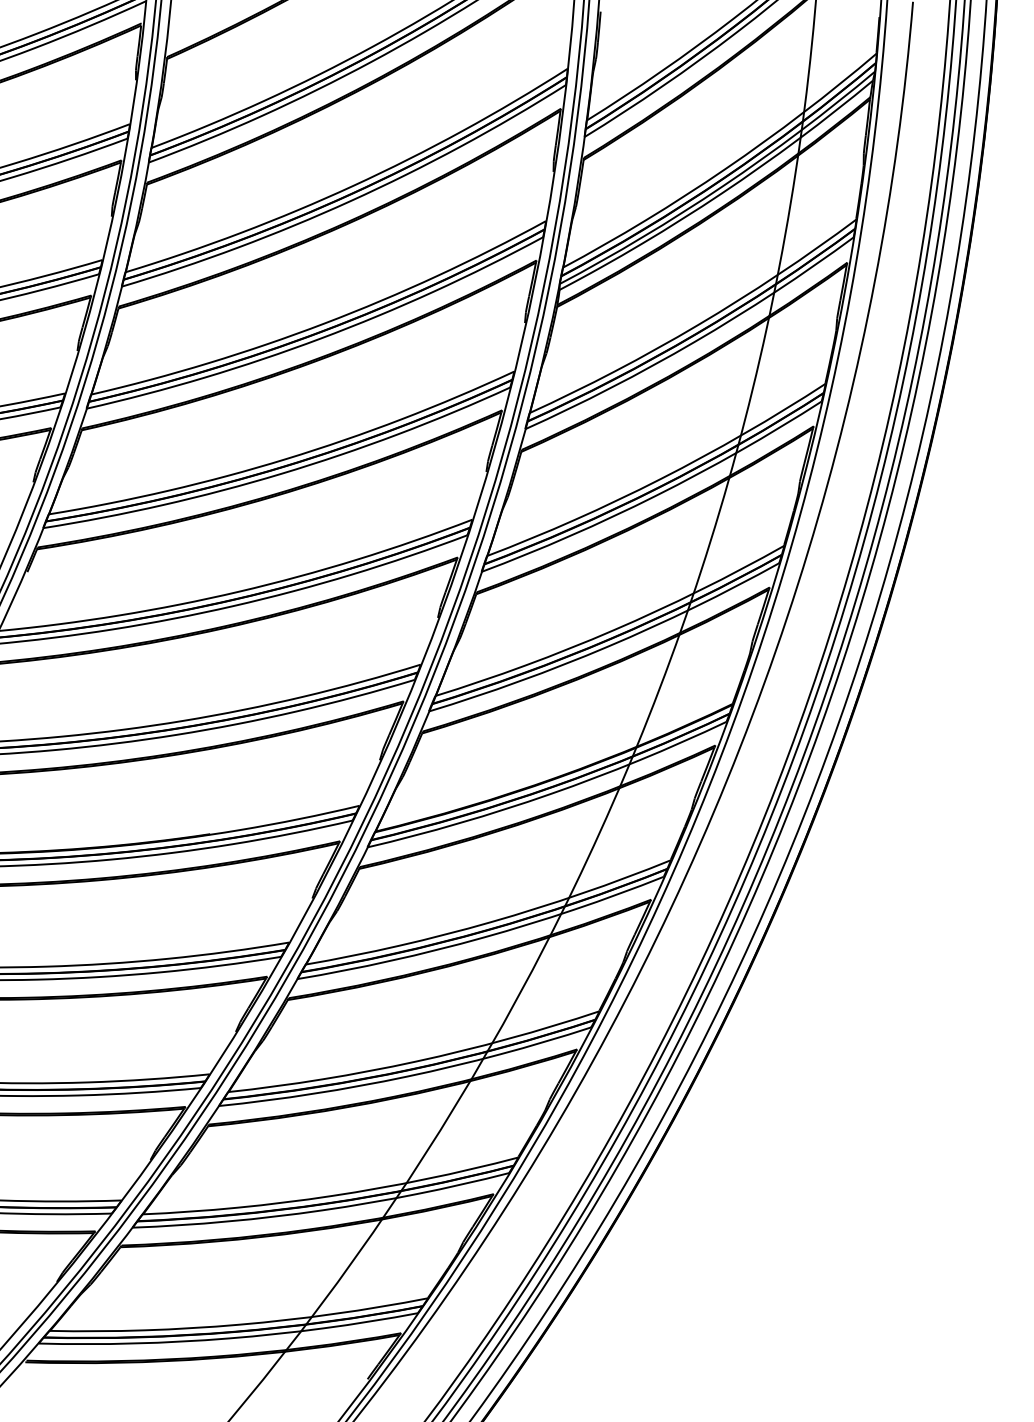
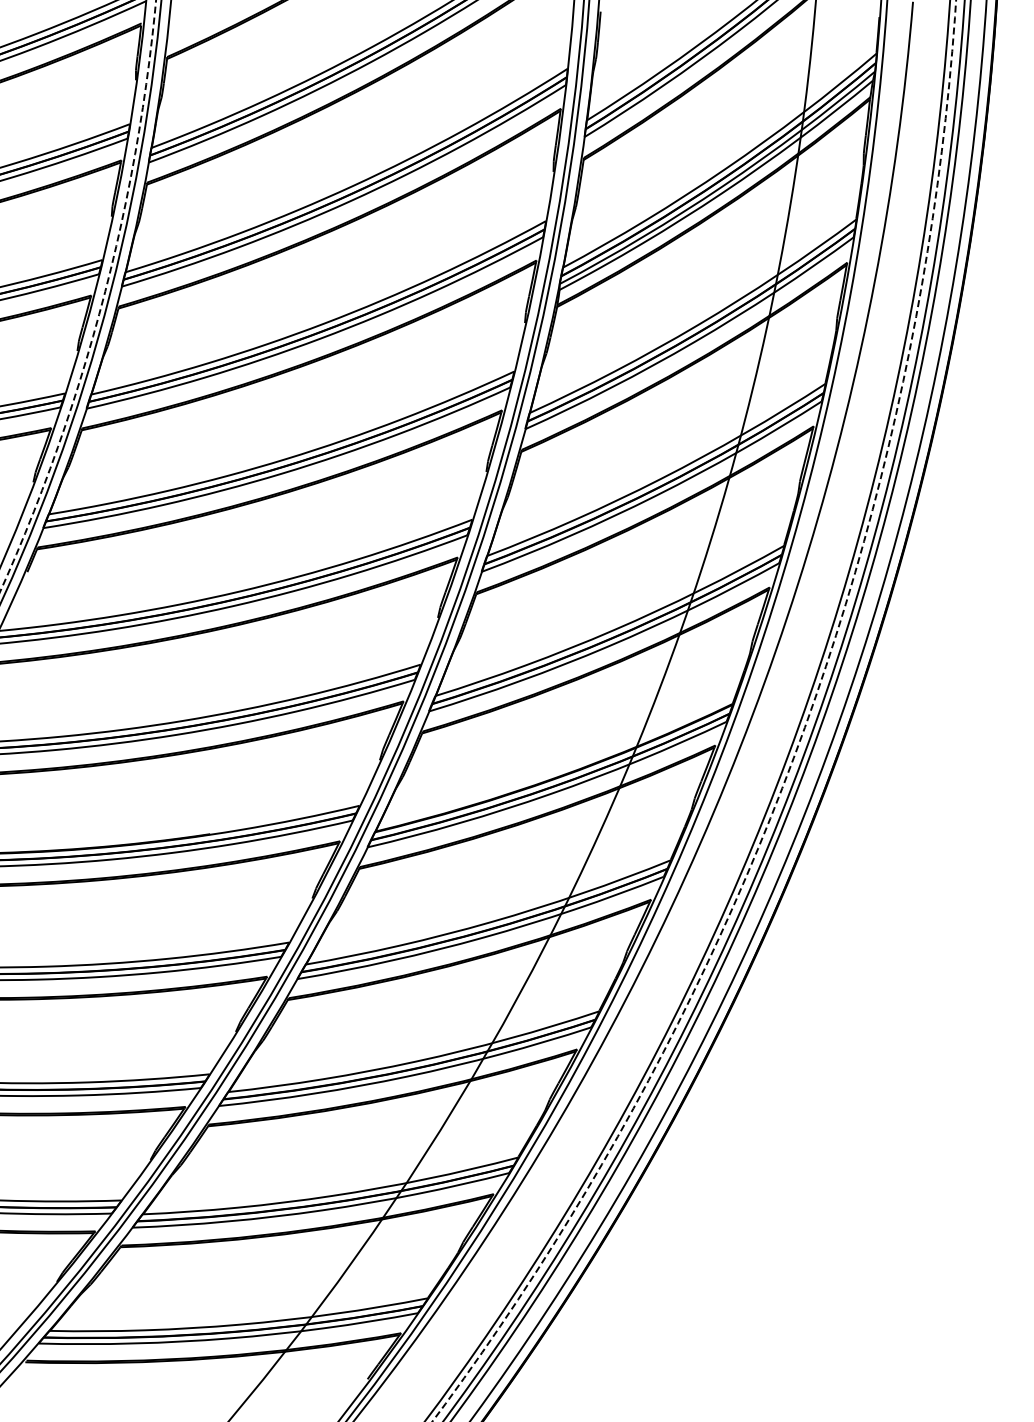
circle at (78, 295): solid -> dashed
arc at (796, 749): solid -> dashed
